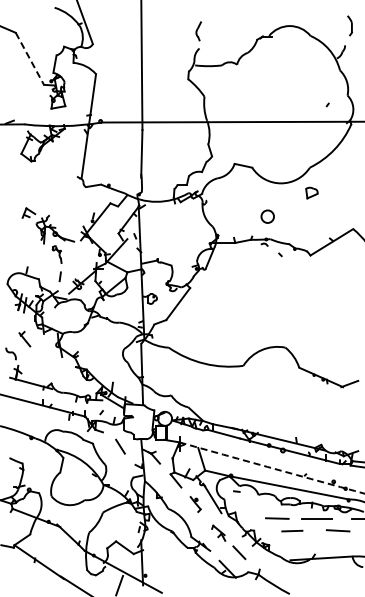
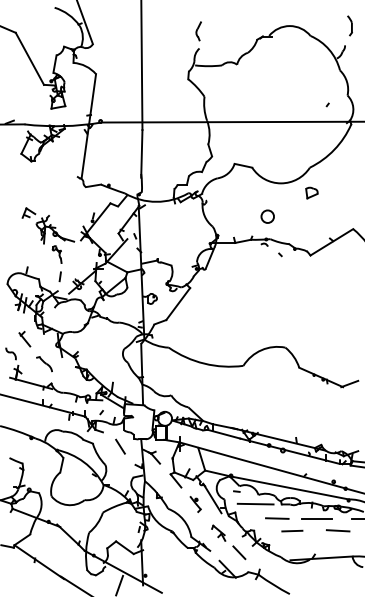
line at (29, 58): dashed -> solid
part at (44, 364): none -> present
arc at (272, 468): dashed -> solid
line at (255, 503): none -> present
